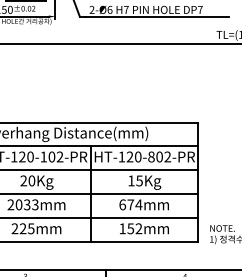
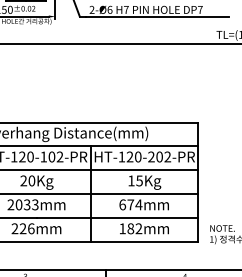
text at (151, 156): HT-120-802-PR -> HT-120-202-PR
text at (31, 228): 225mm -> 226mm
text at (130, 228): 152mm -> 182mm
